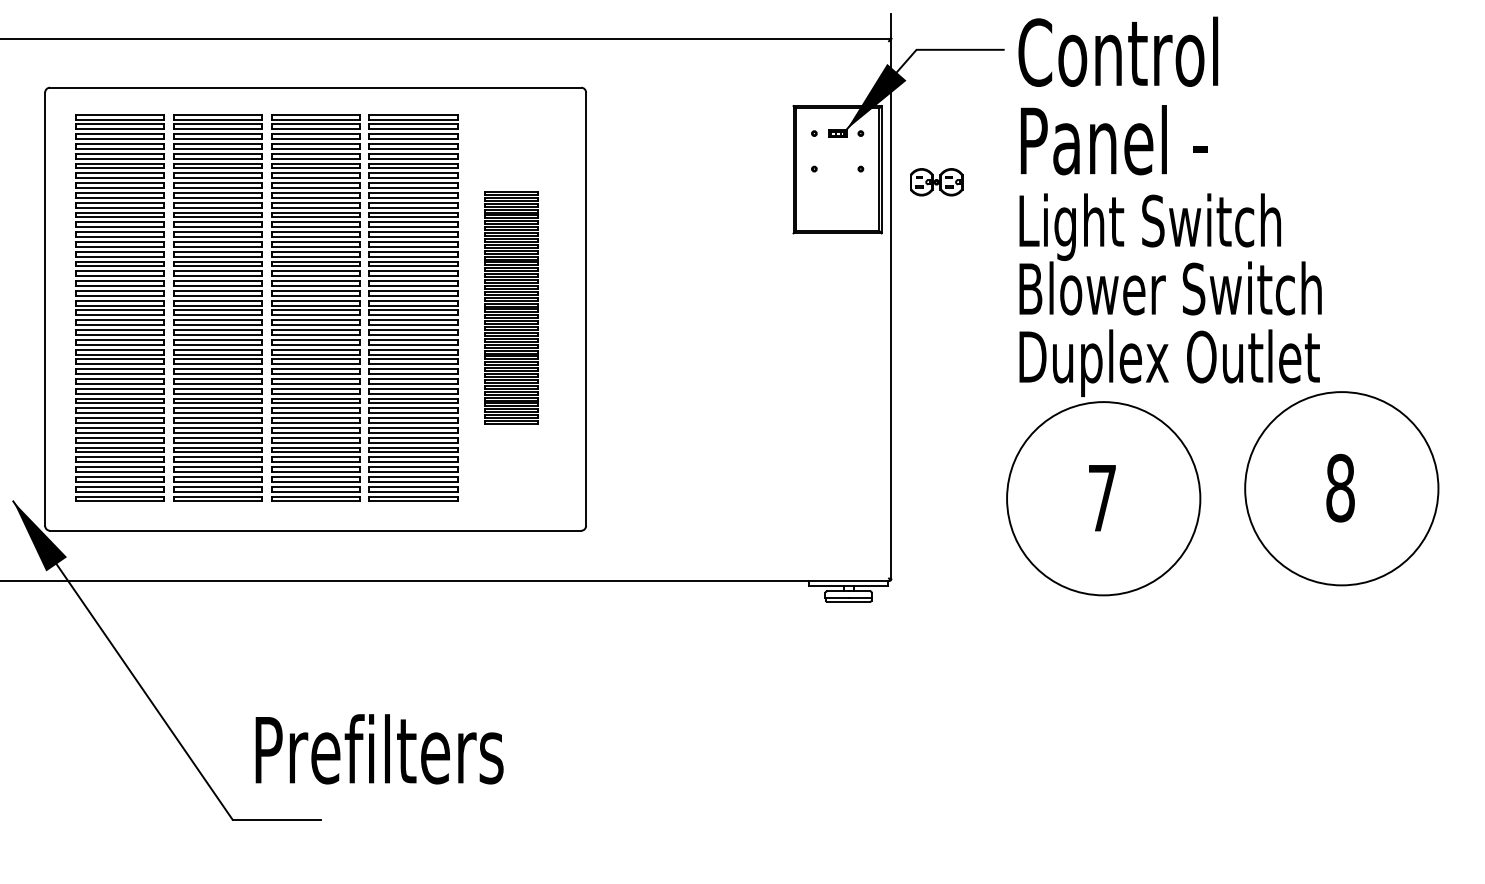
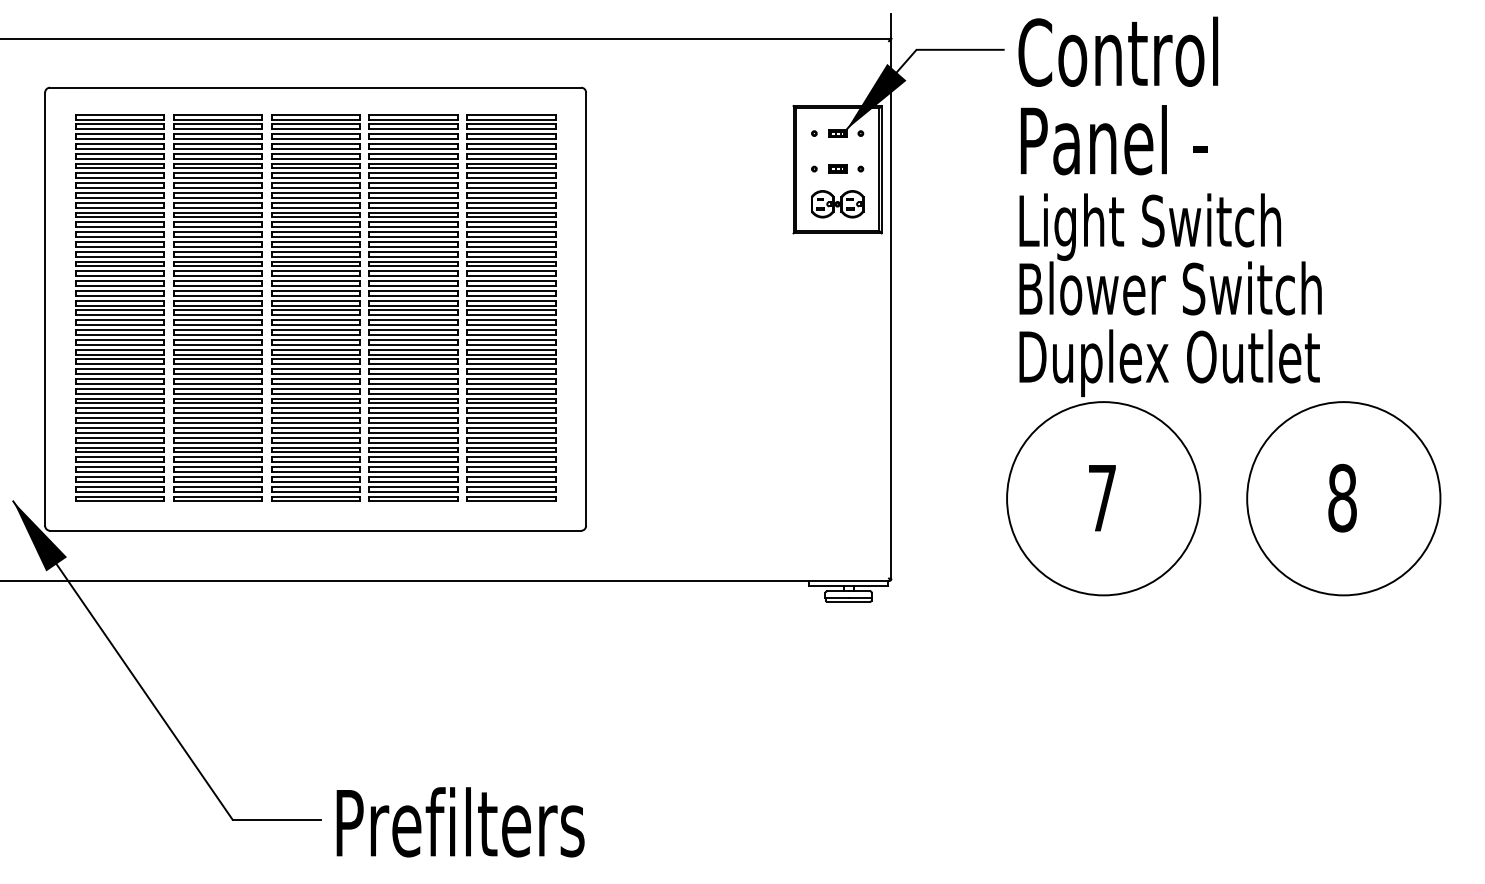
part at (837, 168): none -> present
part at (936, 182) position: (936, 182) -> (837, 204)
part at (511, 307) size: 55x234 px -> 91x388 px
part at (1341, 488) position: (1341, 488) -> (1343, 498)
text at (379, 749) position: (379, 749) -> (460, 822)
